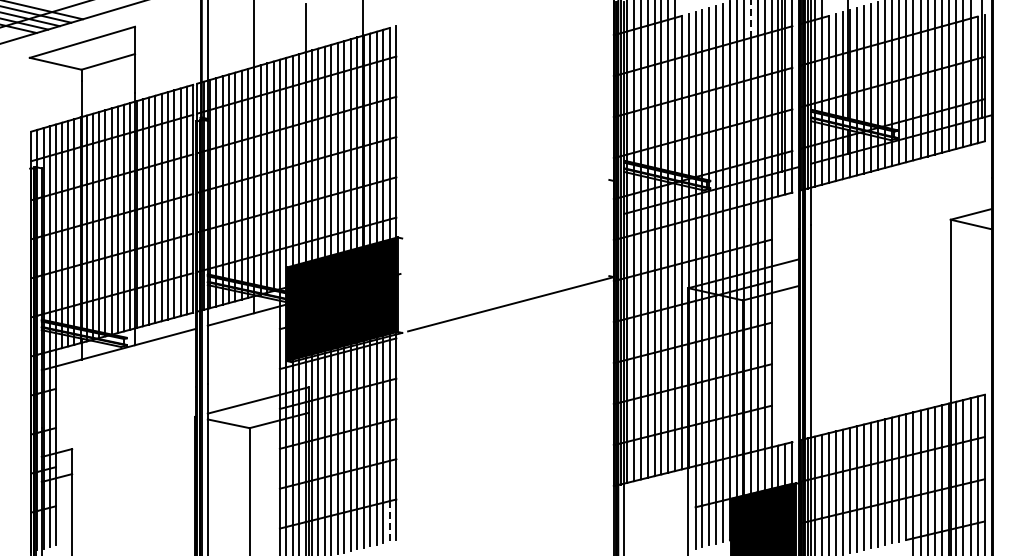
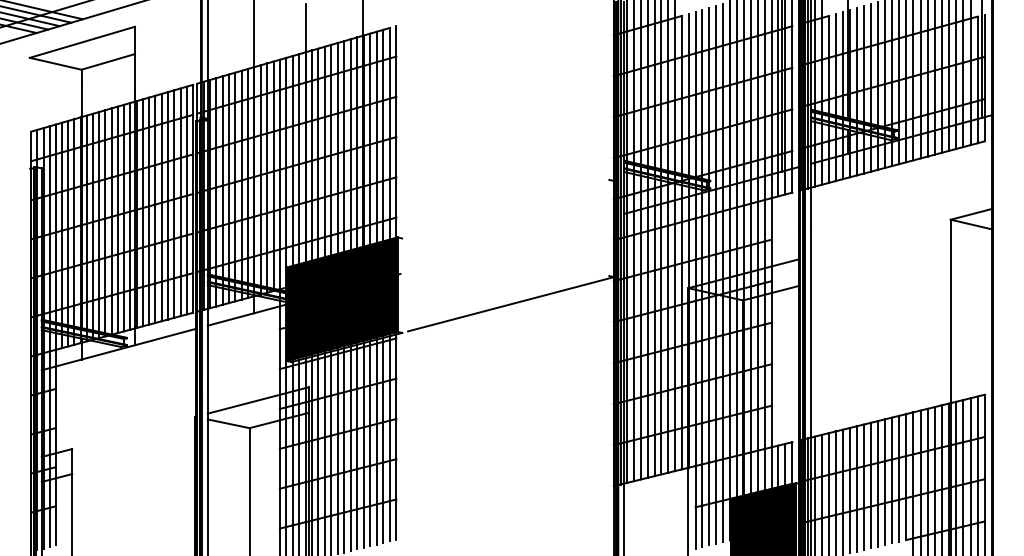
line at (750, 19): dashed -> solid
line at (389, 520): dashed -> solid
